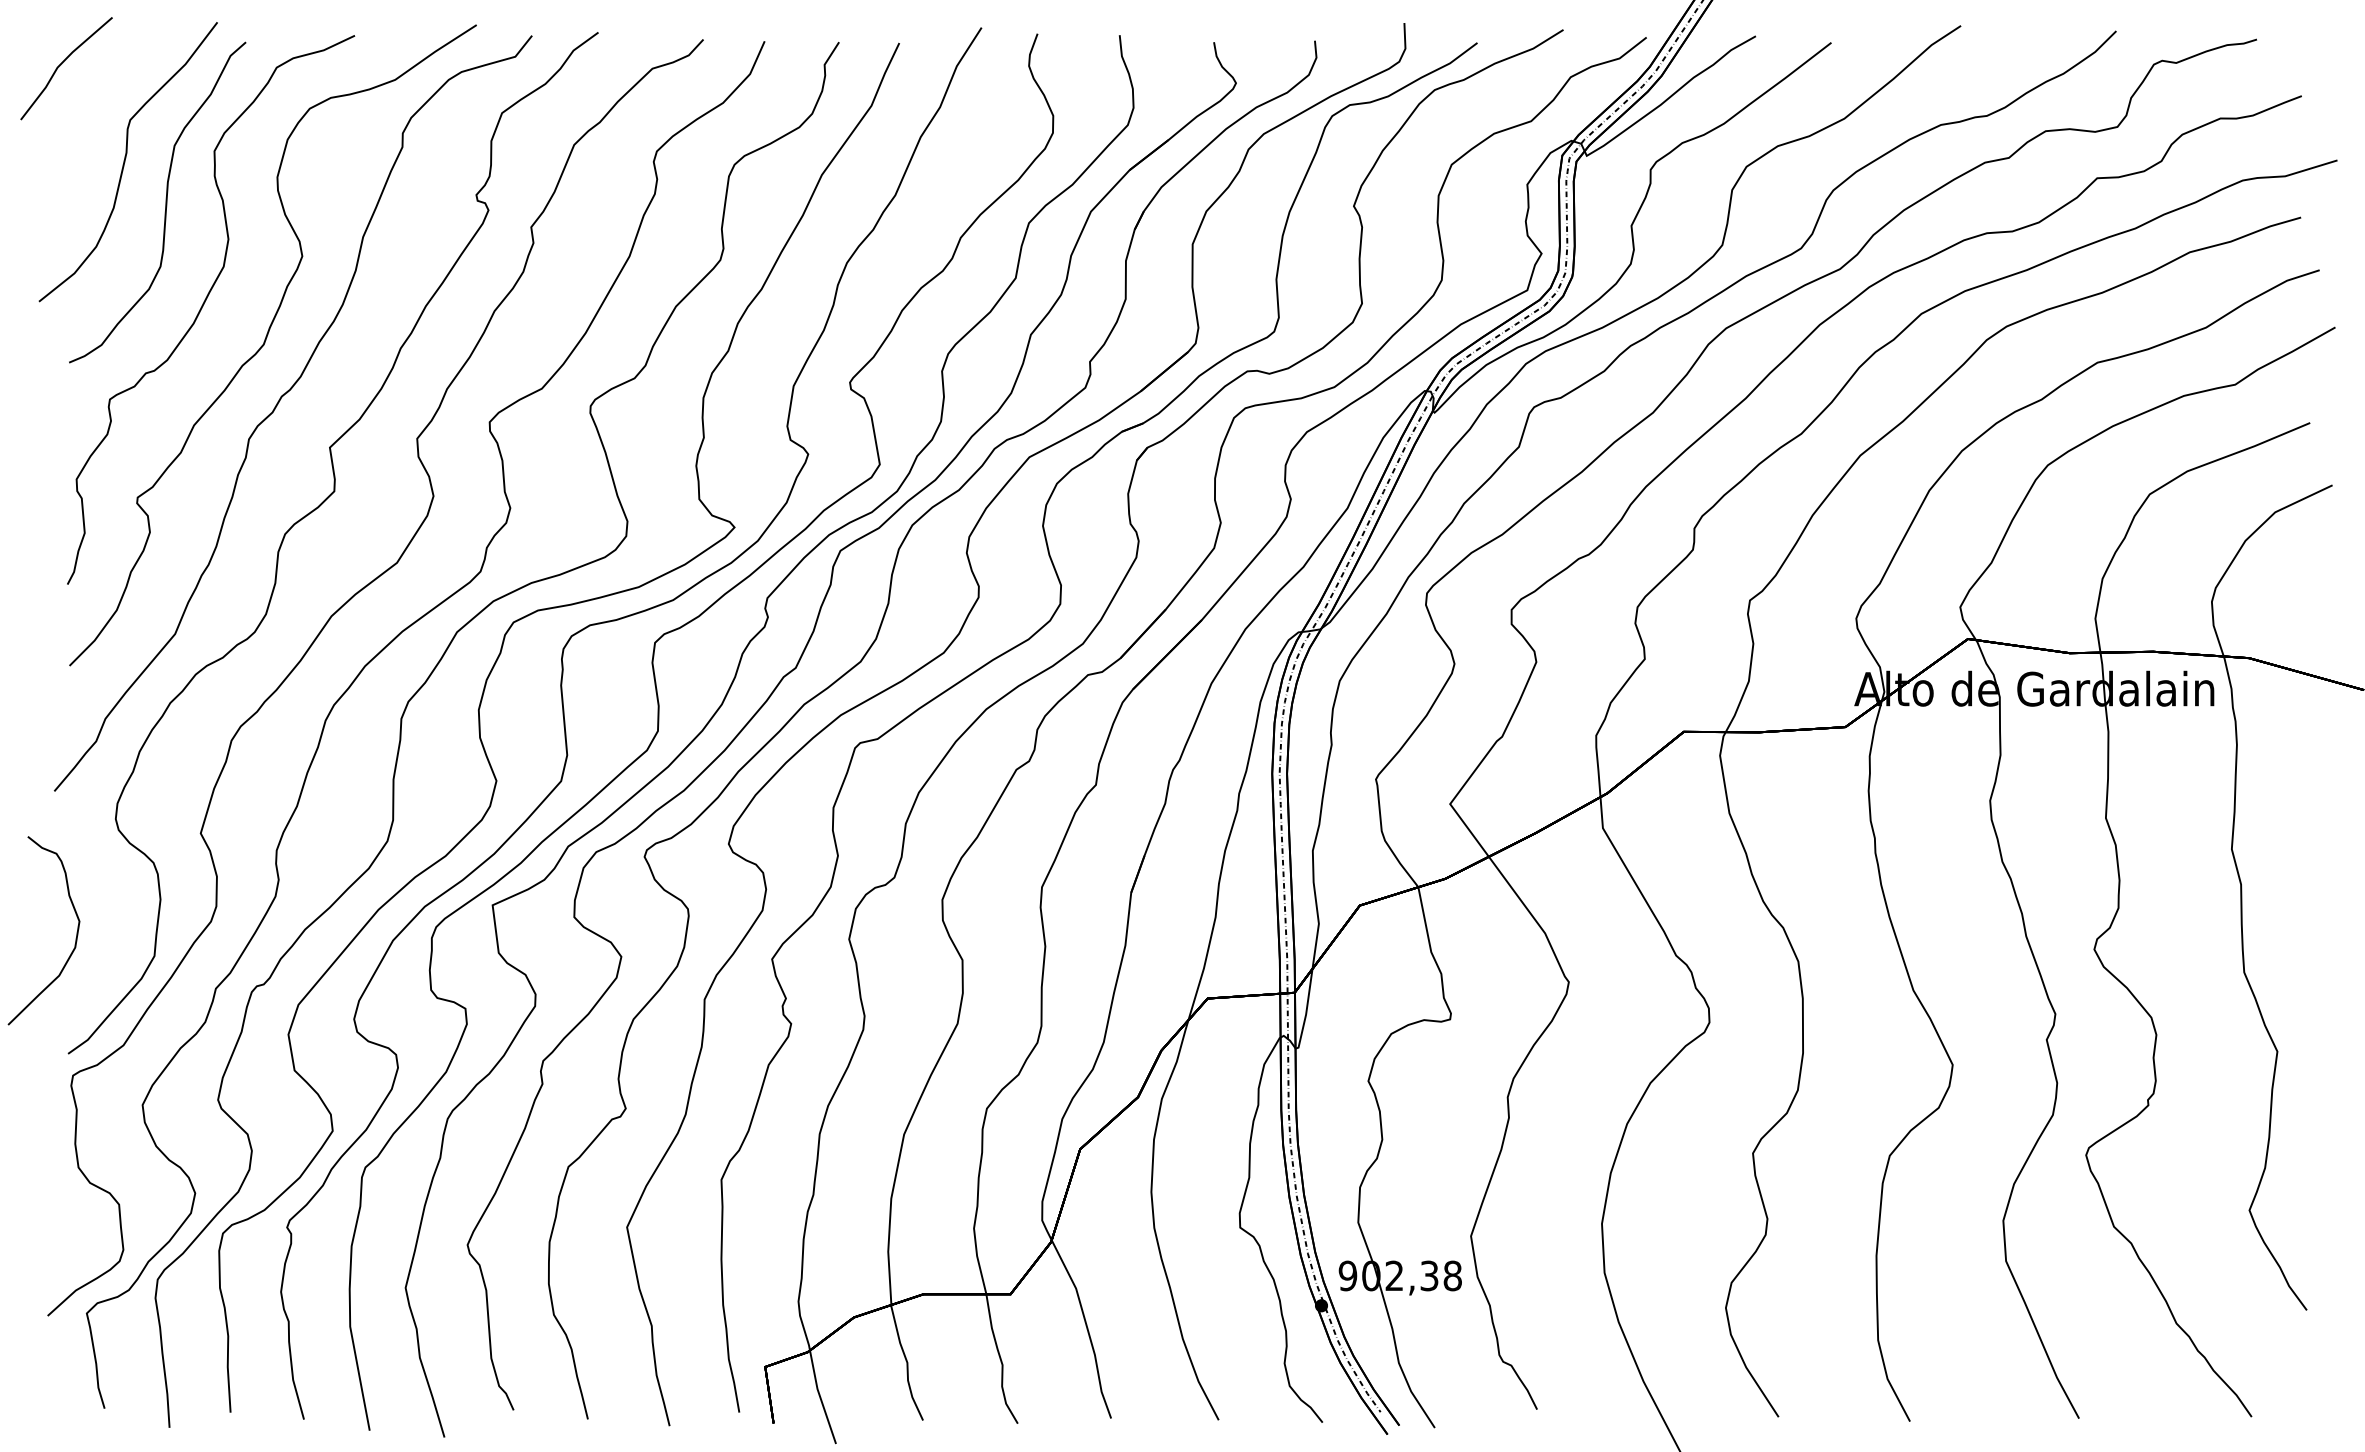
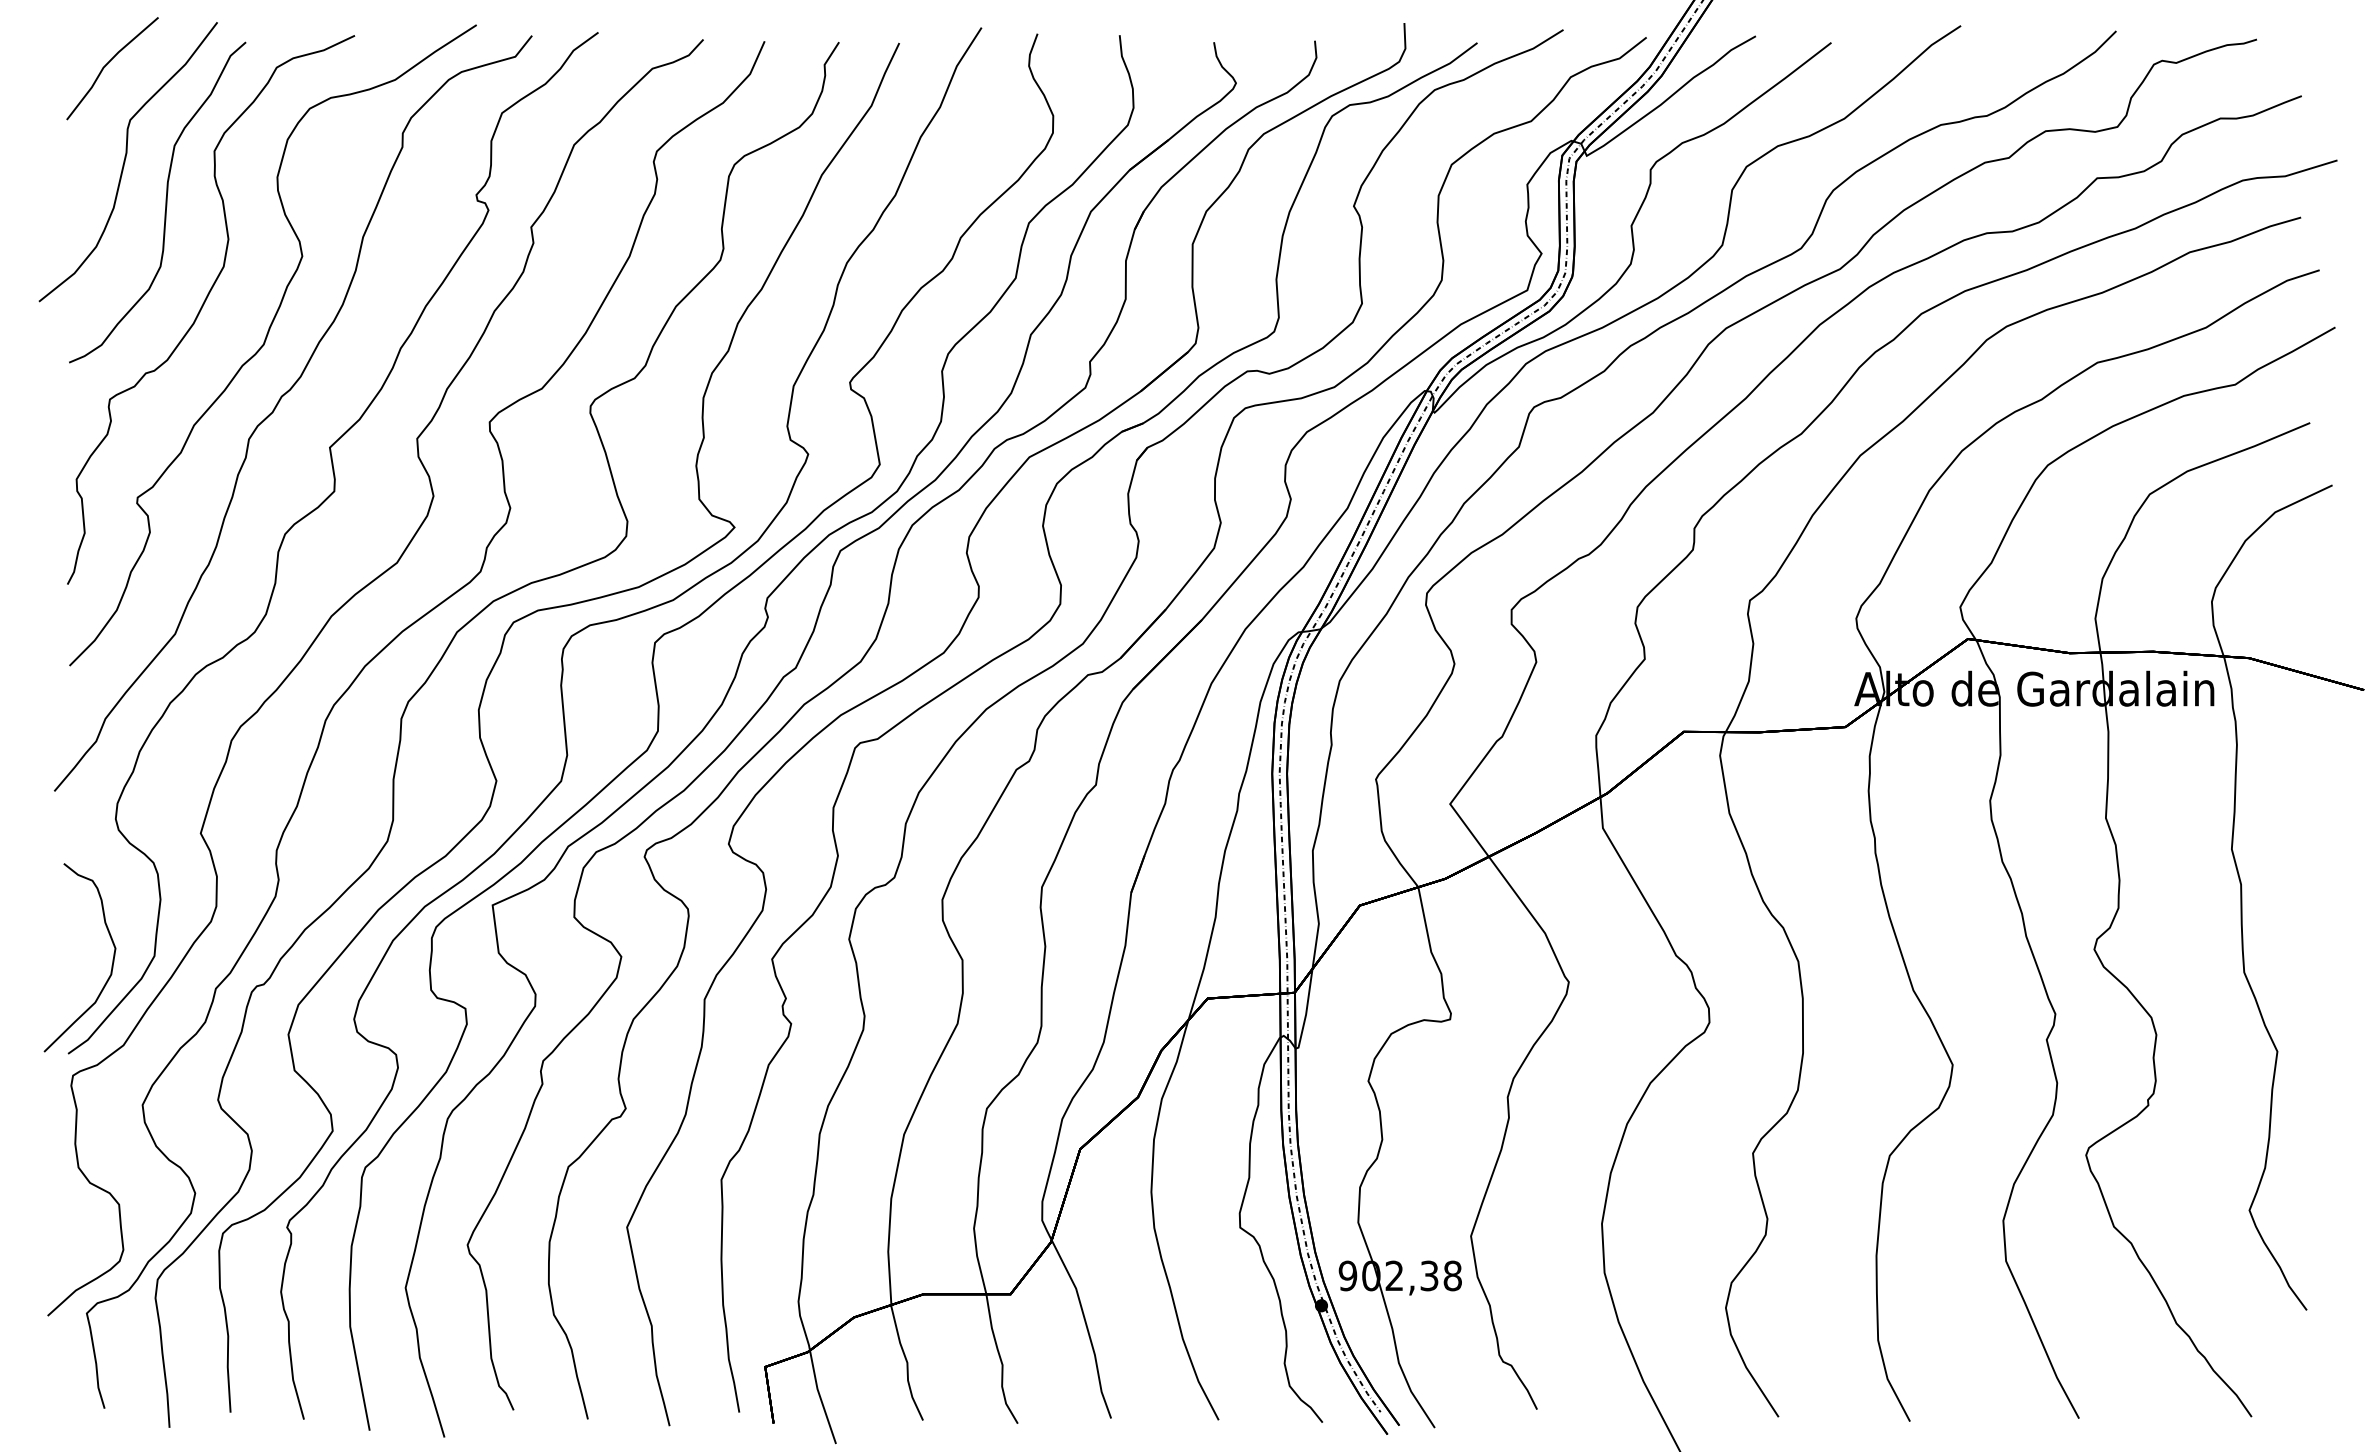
line at (60, 66) position: (60, 66) -> (106, 66)
curve at (75, 938) position: (75, 938) -> (111, 965)
